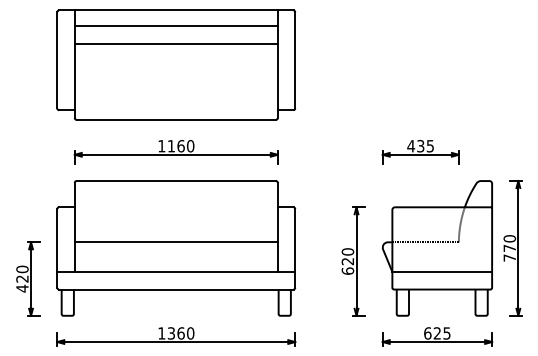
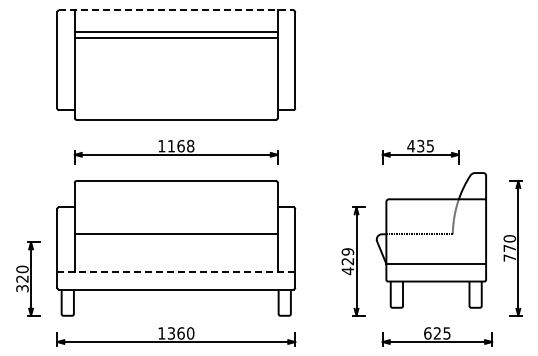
line at (176, 10): solid -> dashed
line at (175, 26) position: (175, 26) -> (175, 32)
line at (175, 43) position: (175, 43) -> (175, 37)
text at (190, 146): 1160 -> 1168
line at (175, 242) position: (175, 242) -> (175, 234)
part at (436, 248) position: (436, 248) -> (430, 240)
text at (347, 261): 620 -> 429
line at (176, 272): solid -> dashed
text at (22, 288): 420 -> 320
